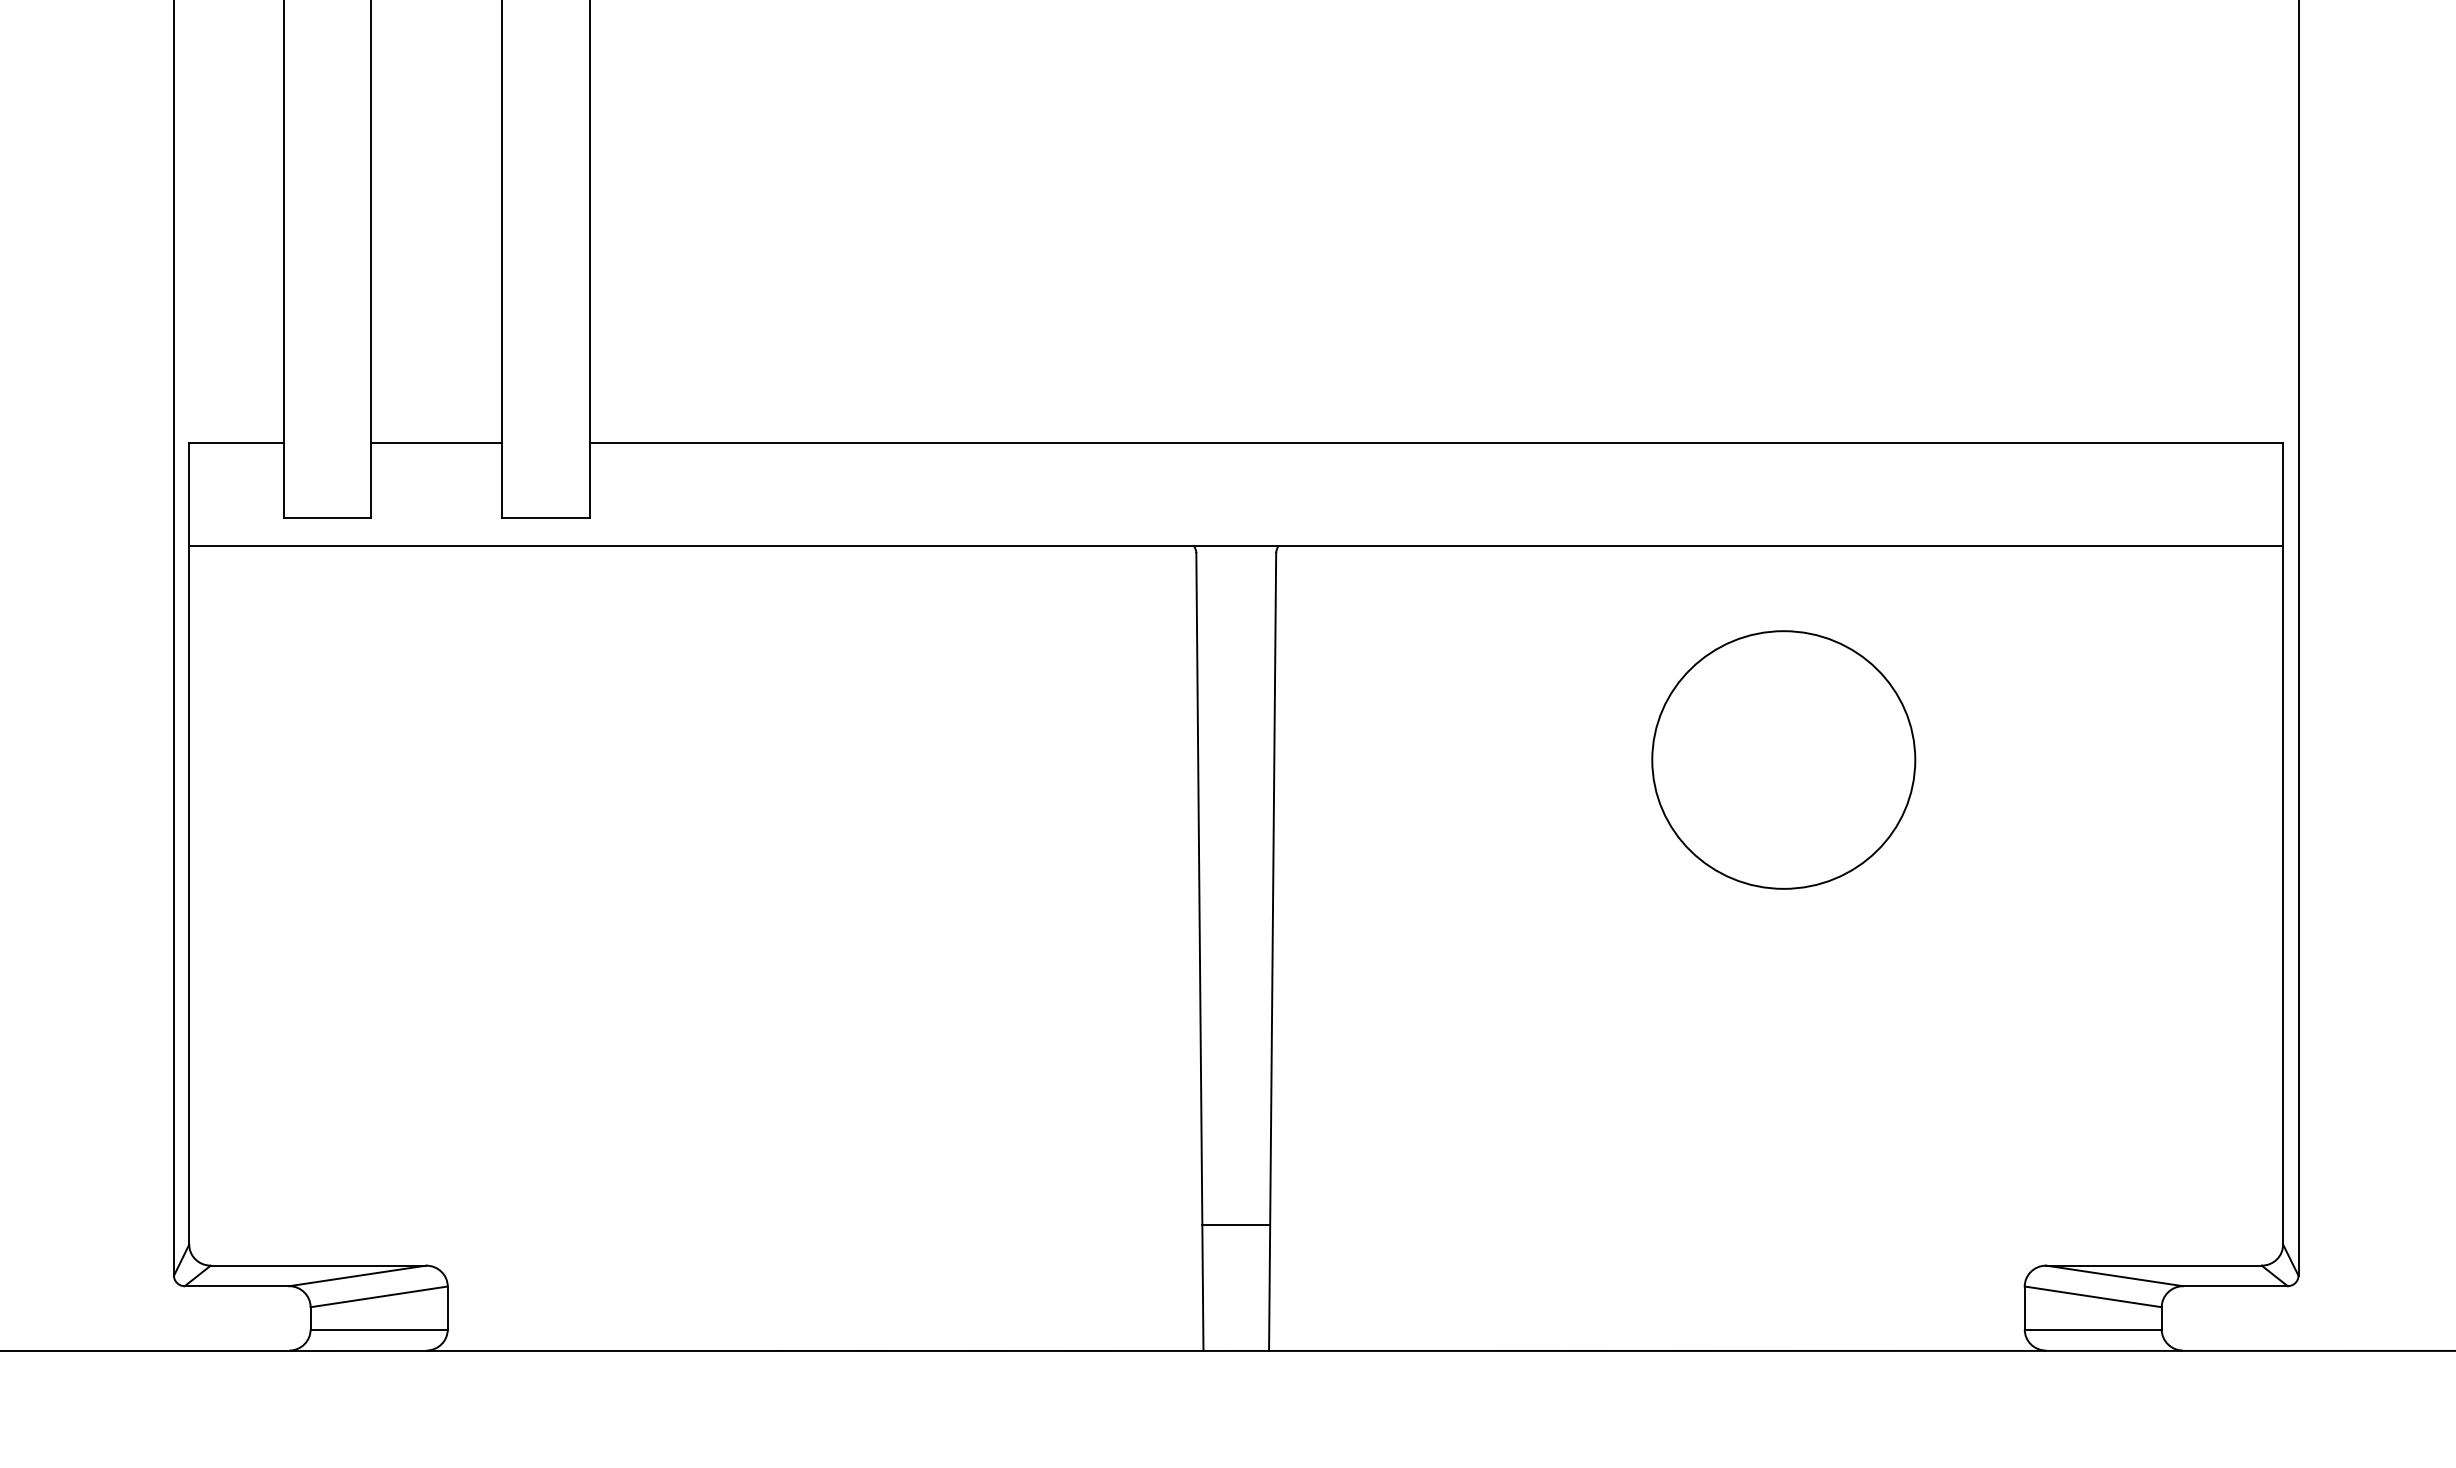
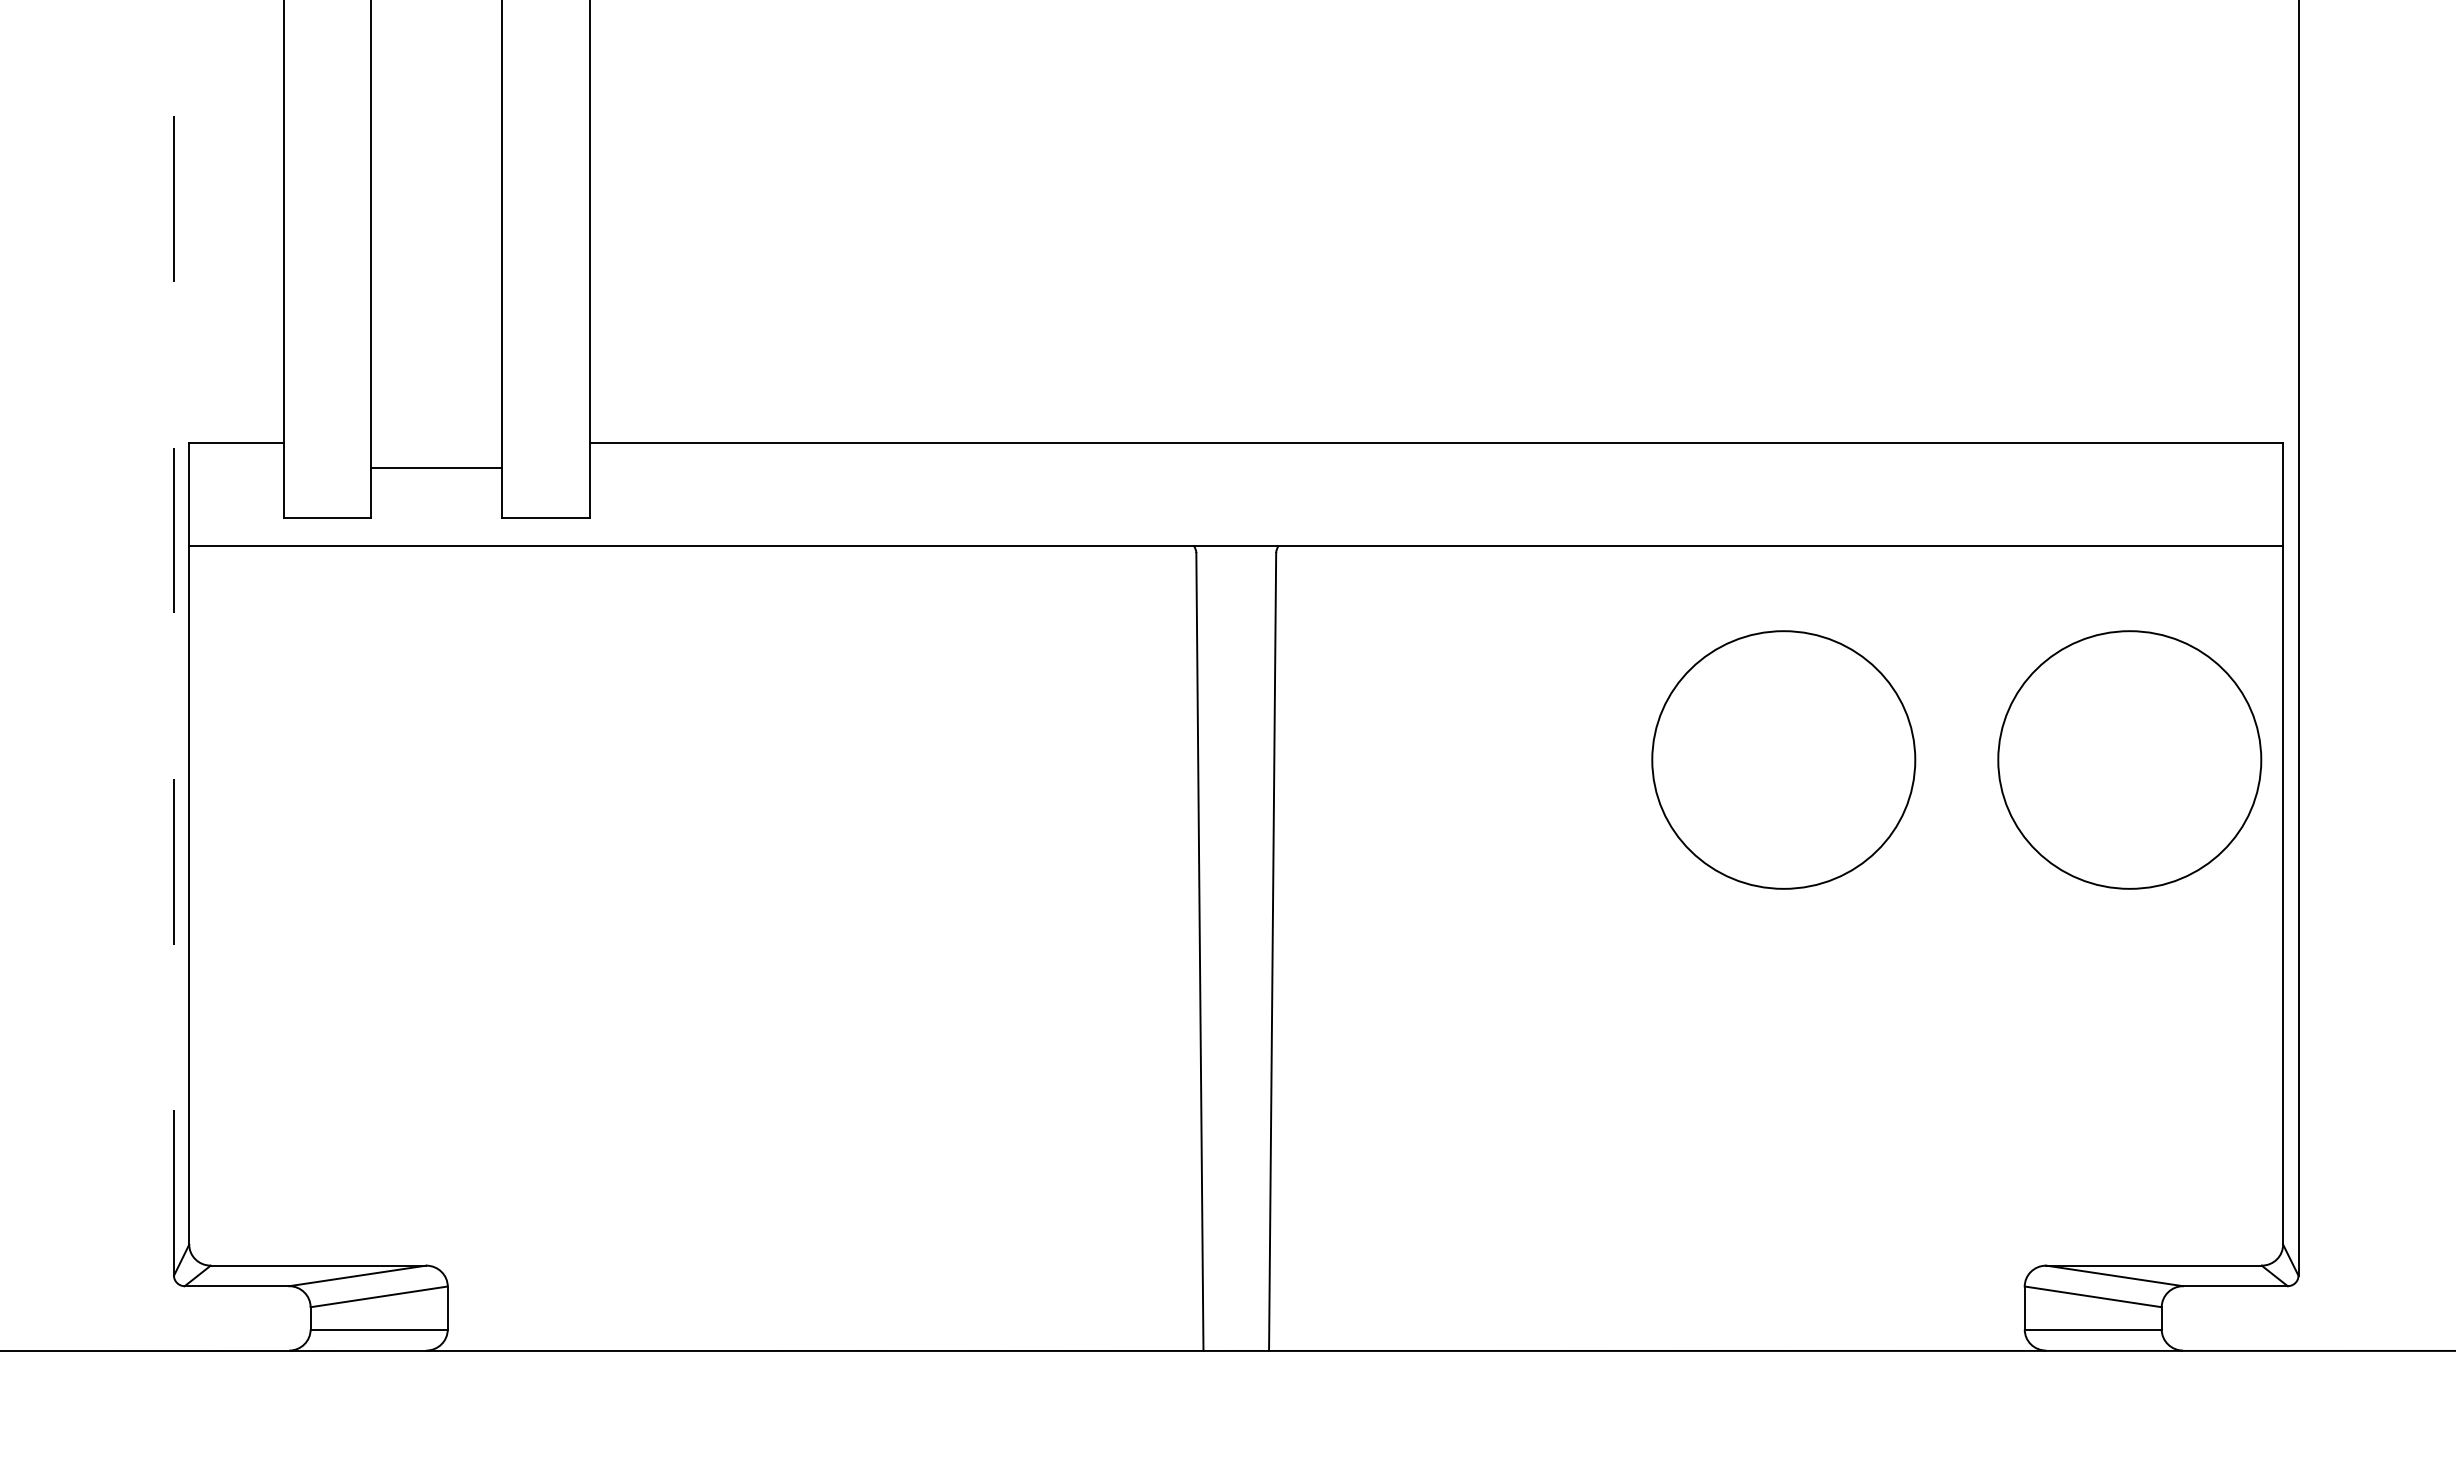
line at (436, 443) position: (436, 443) -> (436, 468)
line at (174, 637): solid -> dashed
part at (2129, 759): none -> present
line at (1236, 1224): present -> none
